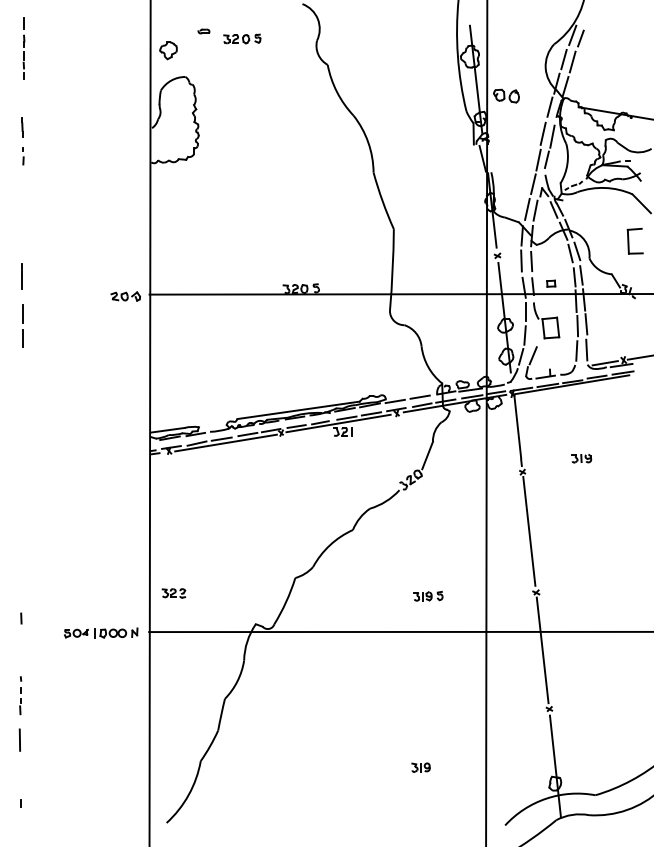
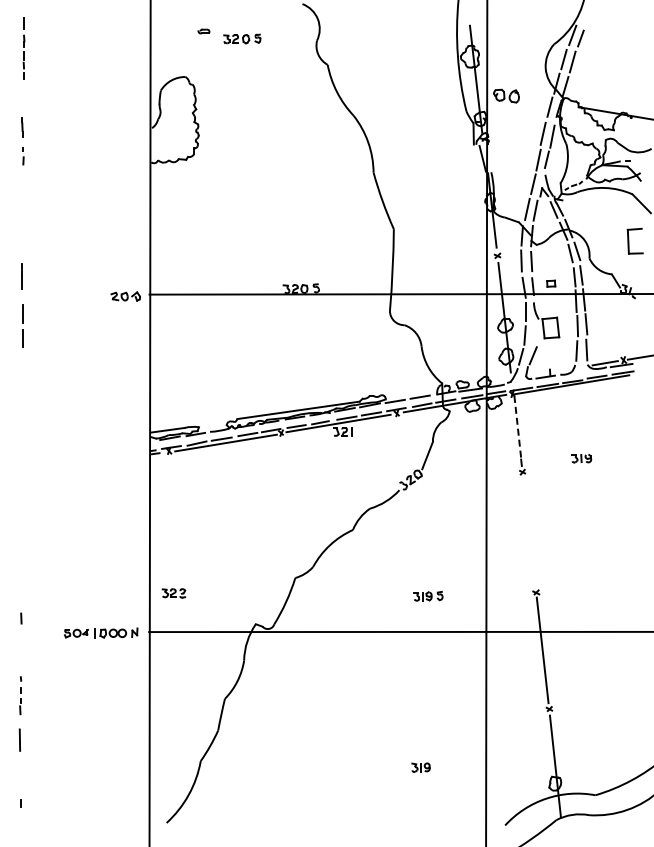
part at (168, 50): present -> none
line at (517, 427): solid -> dashed
line at (529, 531): present -> none
